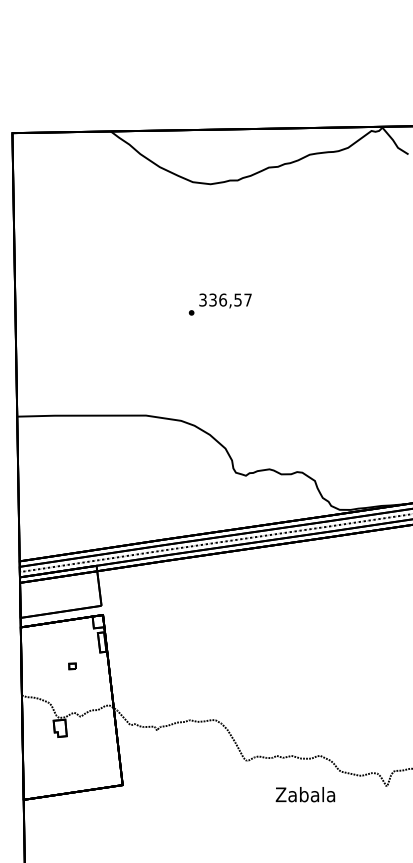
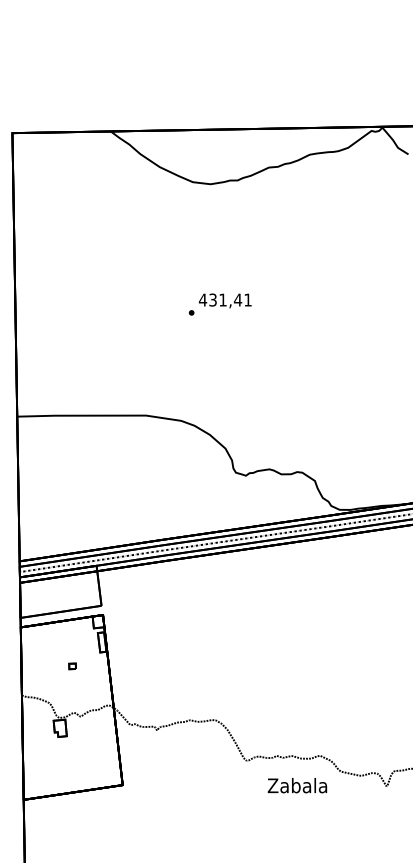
text at (224, 299): 336,57 -> 431,41
text at (305, 794) position: (305, 794) -> (297, 785)
